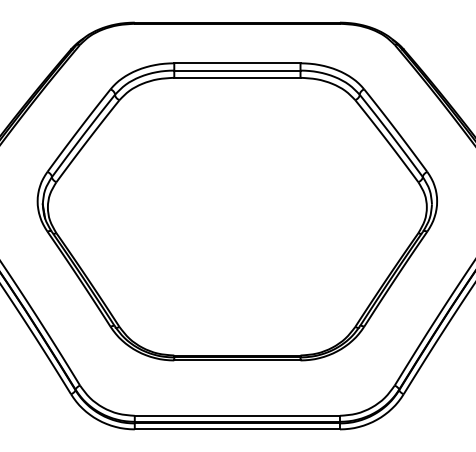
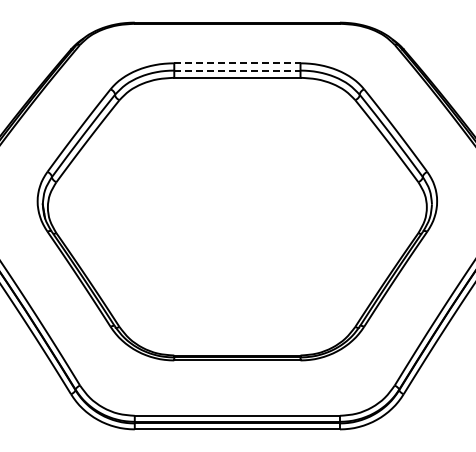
line at (237, 63): solid -> dashed
line at (237, 70): solid -> dashed
